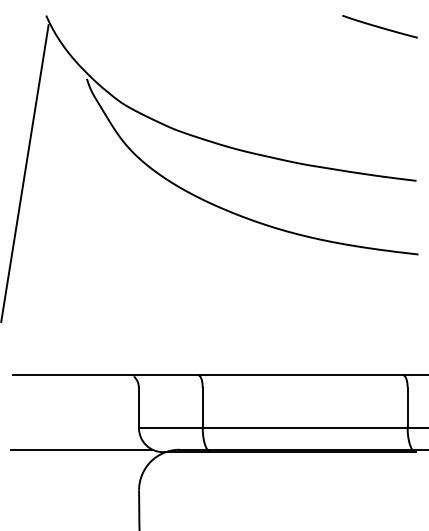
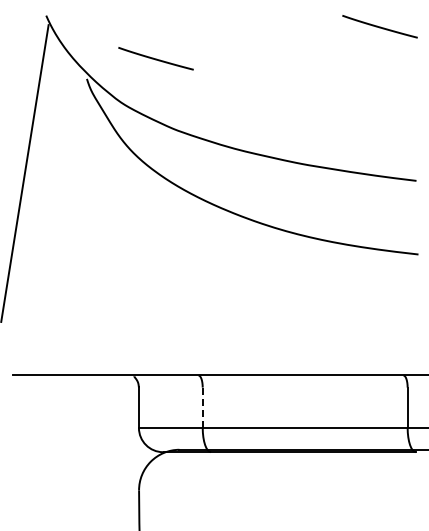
line at (155, 58): none -> present
line at (202, 407): solid -> dashed
line at (81, 449): present -> none
